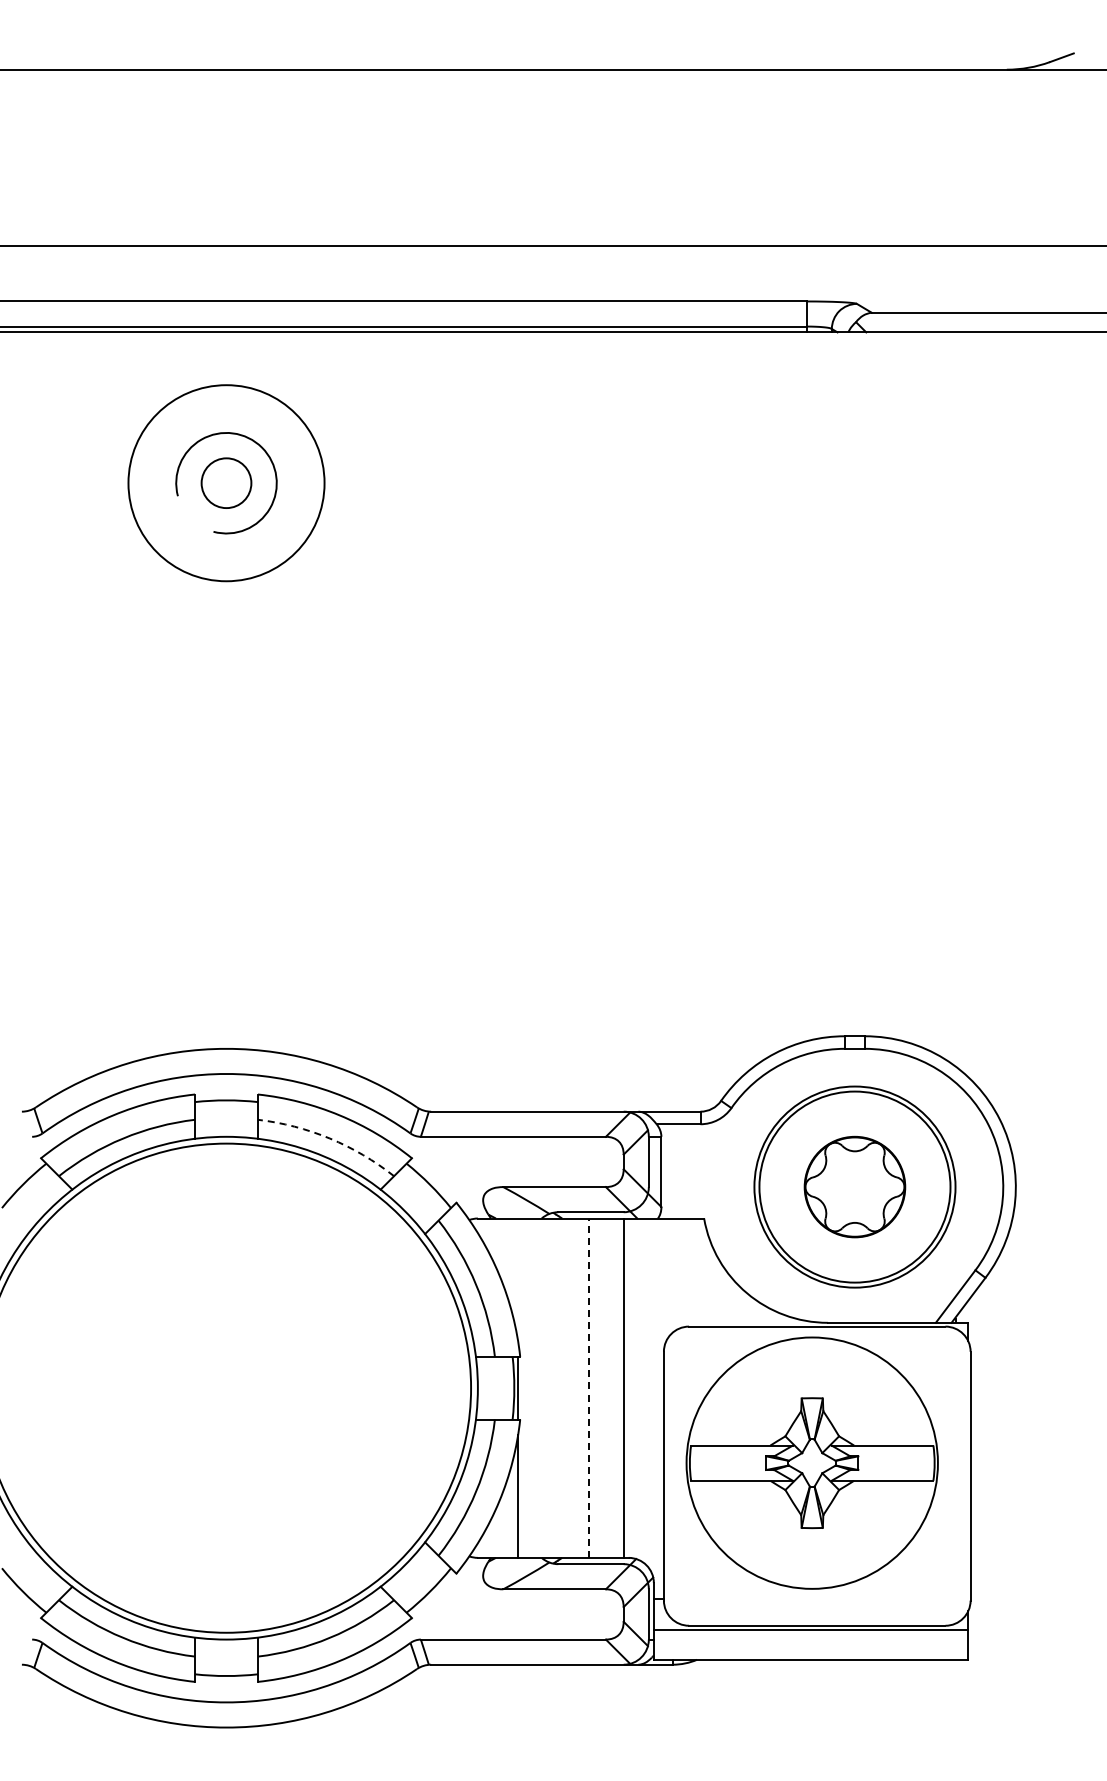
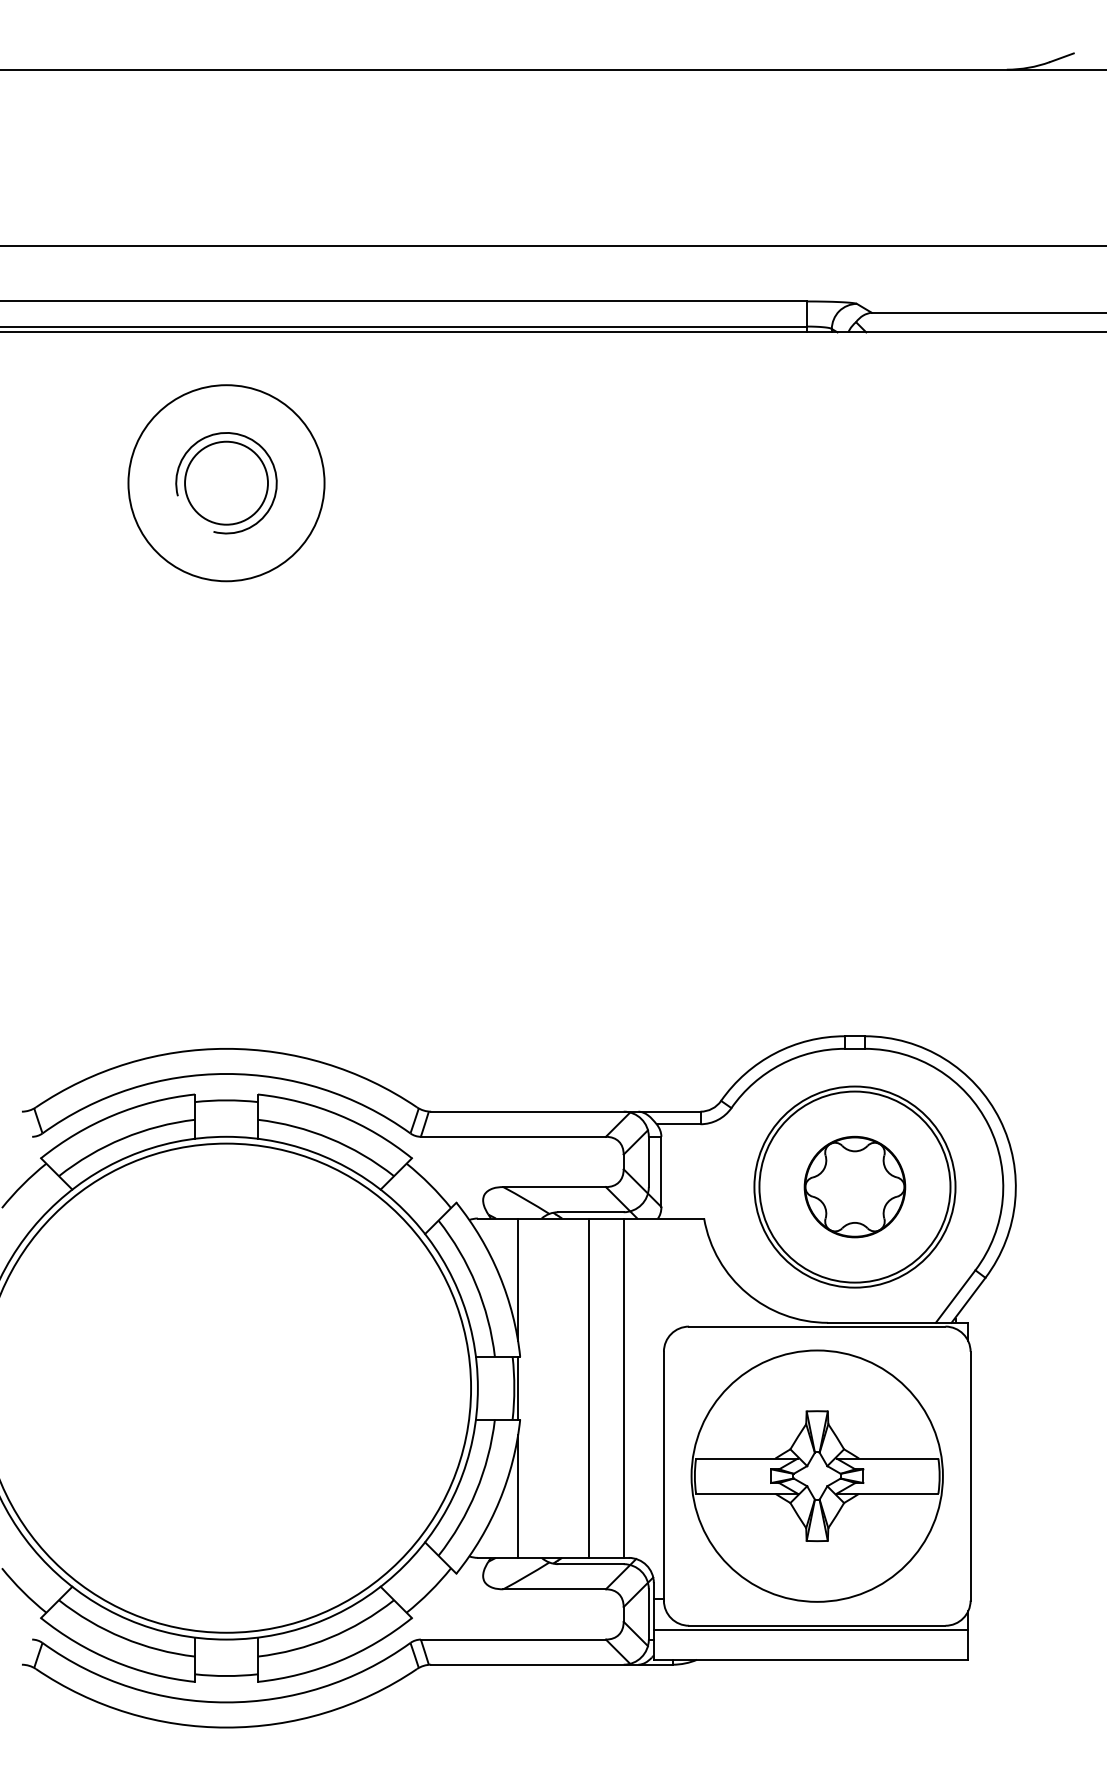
circle at (226, 483) diameter: 50 px -> 83 px
arc at (329, 1138): dashed -> solid
line at (518, 1279): none -> present
line at (588, 1388): dashed -> solid
part at (811, 1462) position: (811, 1462) -> (816, 1475)
